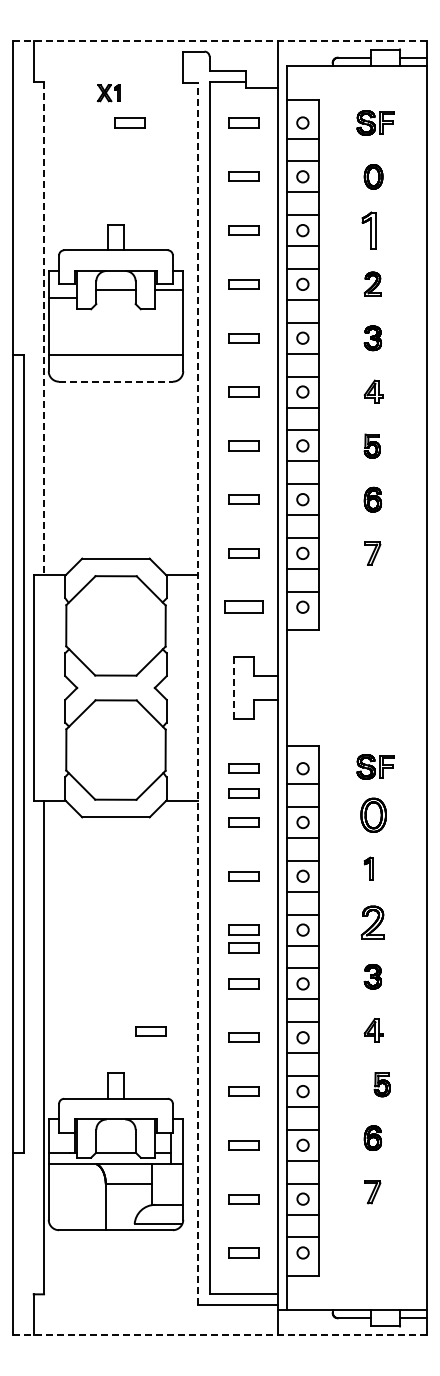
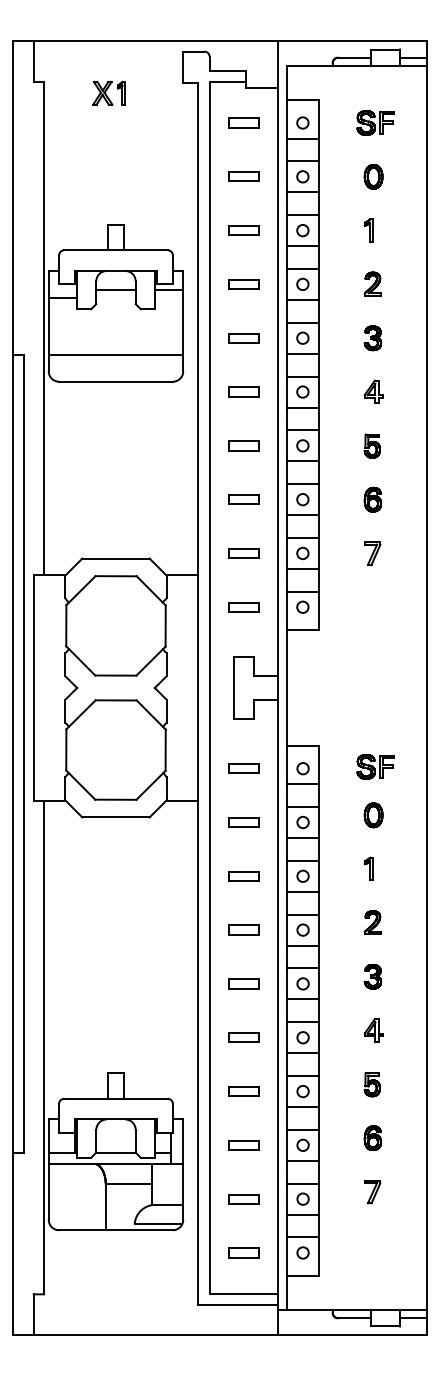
line at (219, 41): dashed -> solid
part at (108, 93) size: 25x19 px -> 34x26 px
part at (129, 122): present -> none
part at (368, 230) size: 16x39 px -> 11x25 px
line at (44, 328): dashed -> solid
line at (116, 381): dashed -> solid
part at (243, 606) size: 40x14 px -> 32x11 px
line at (233, 687): dashed -> solid
line at (198, 693): dashed -> solid
part at (243, 793): present -> none
part at (373, 814) size: 27x36 px -> 21x27 px
part at (372, 922) size: 25x35 px -> 19x25 px
part at (243, 947): present -> none
part at (150, 1031): present -> none
part at (381, 1084) position: (381, 1084) -> (371, 1084)
line at (219, 1334): dashed -> solid
